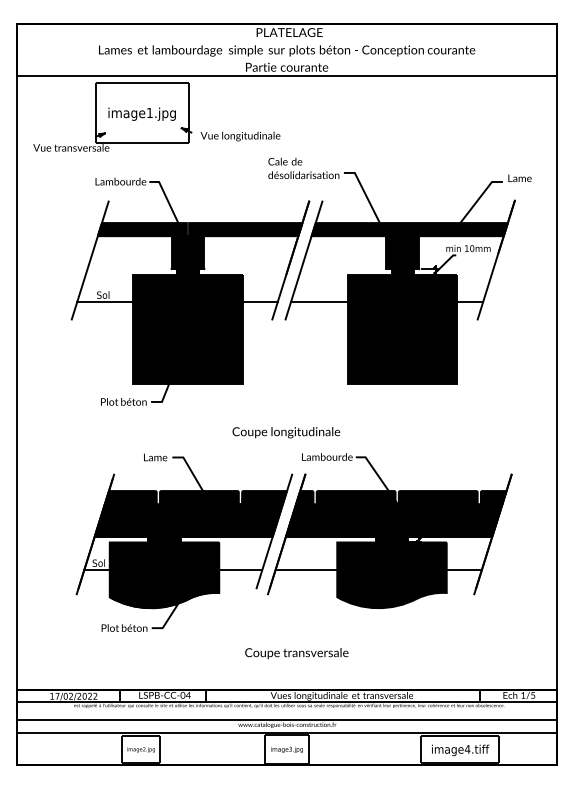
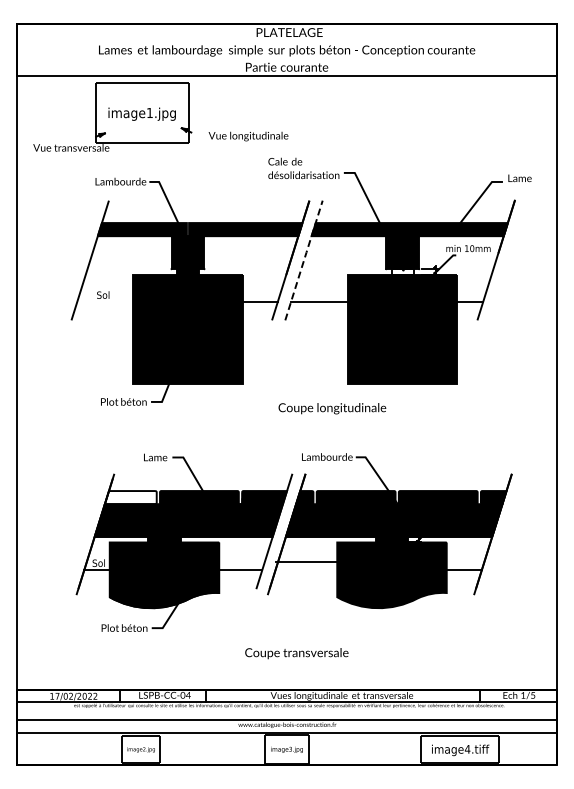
text at (240, 136) position: (240, 136) -> (248, 136)
line at (304, 260): solid -> dashed
fill at (402, 271): present -> none
line at (105, 301): present -> none
text at (286, 432) position: (286, 432) -> (332, 408)
fill at (130, 497): present -> none
line at (306, 569) position: (306, 569) -> (306, 561)
